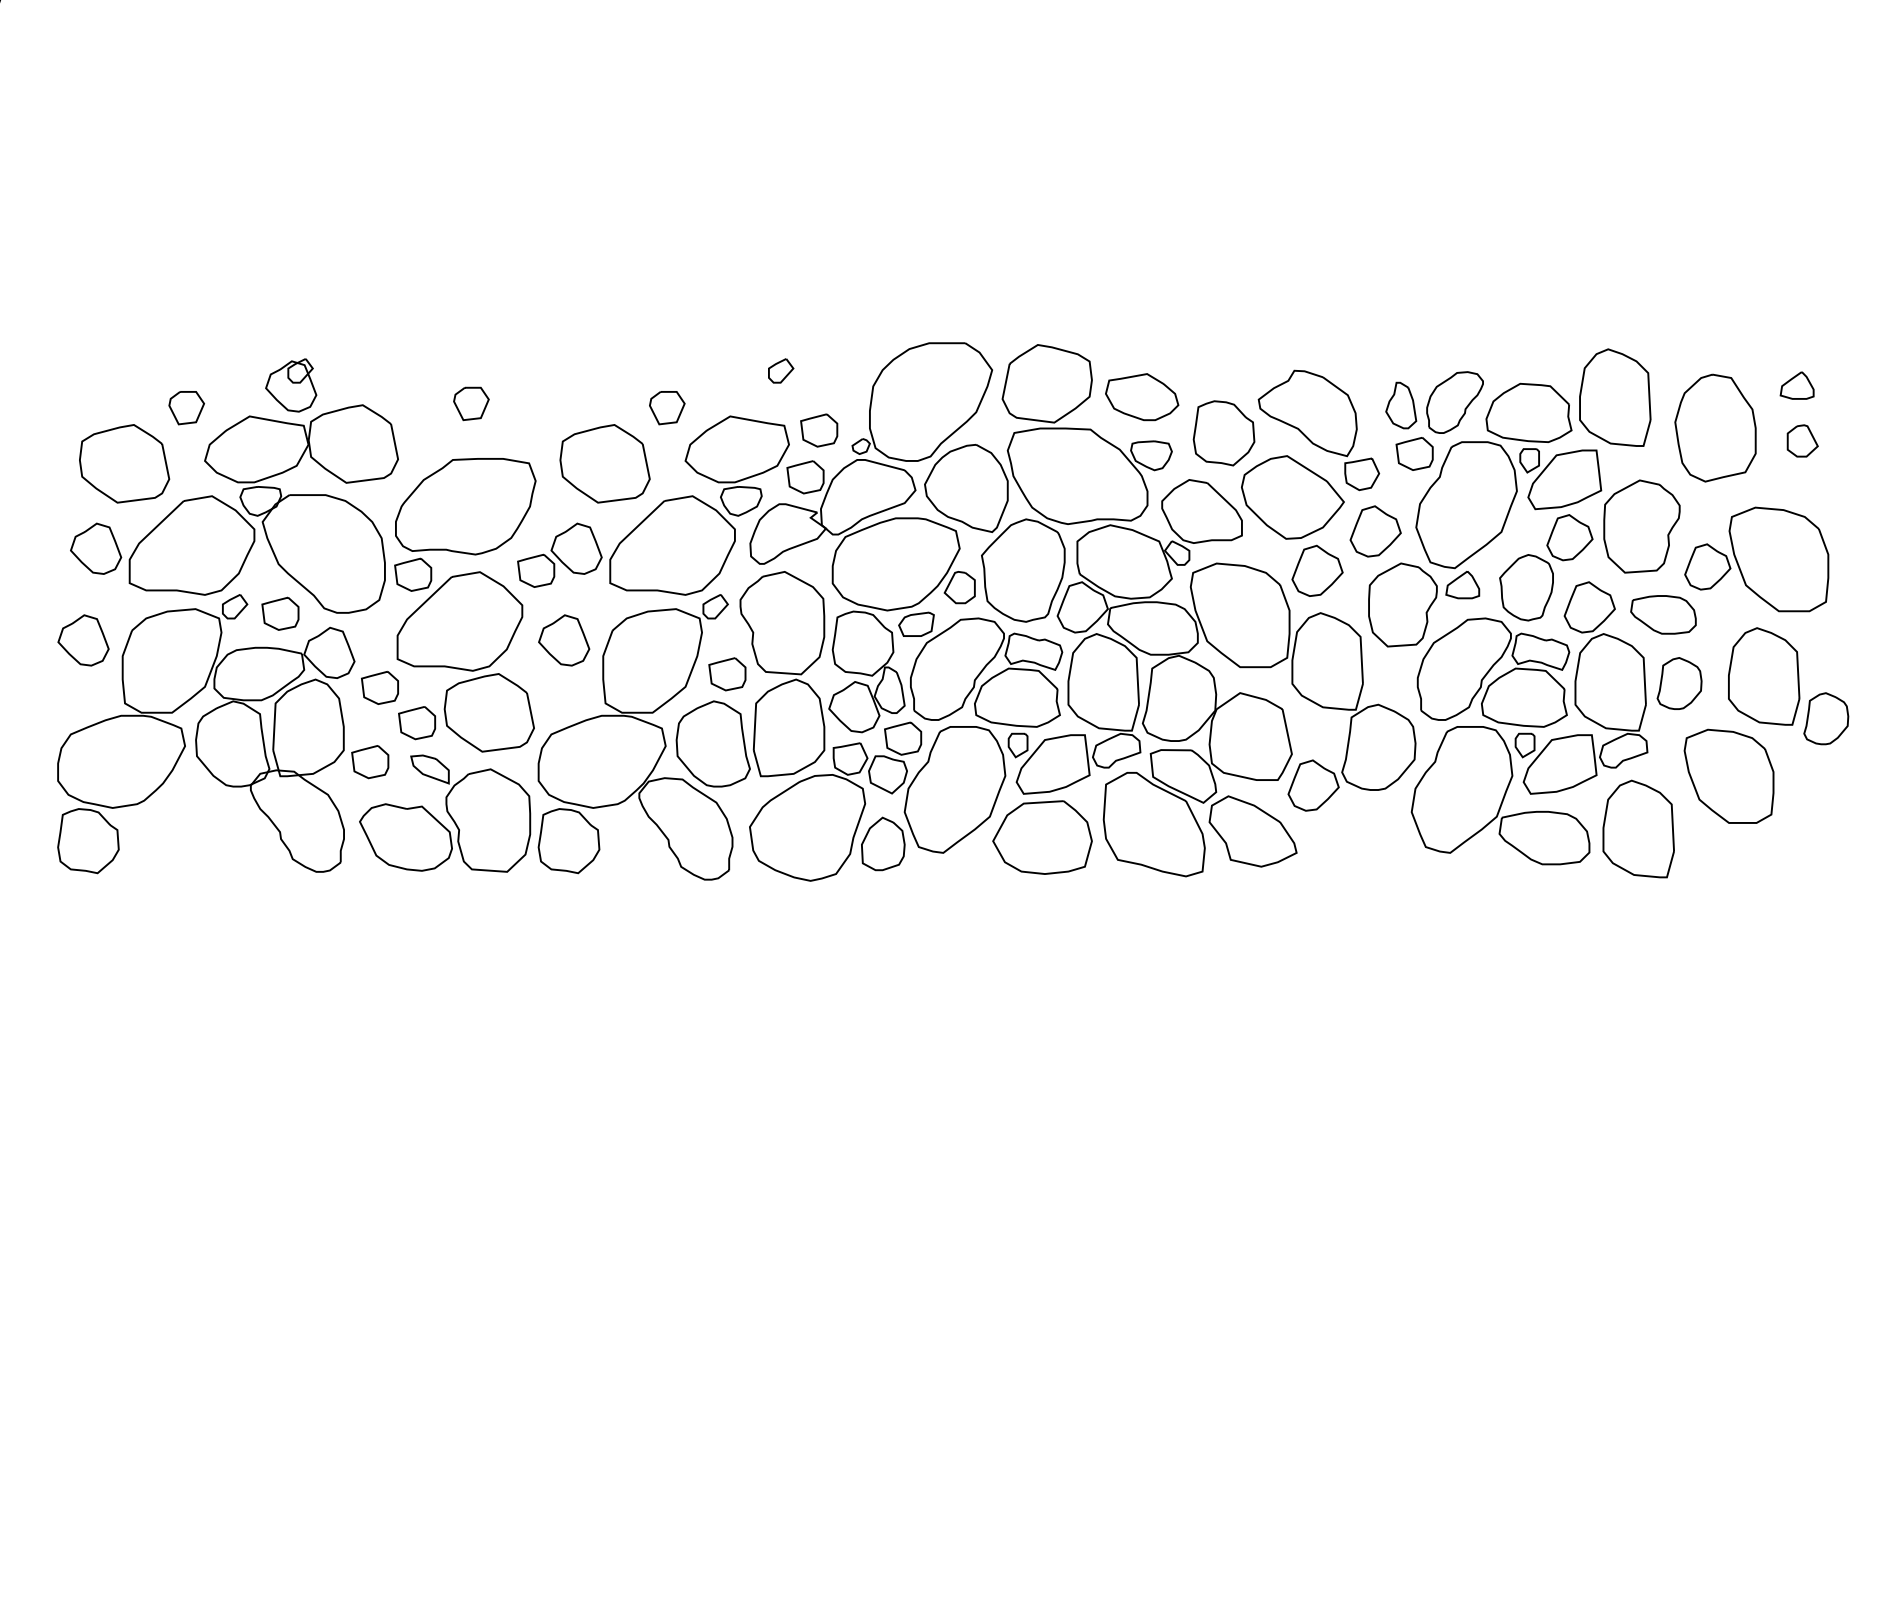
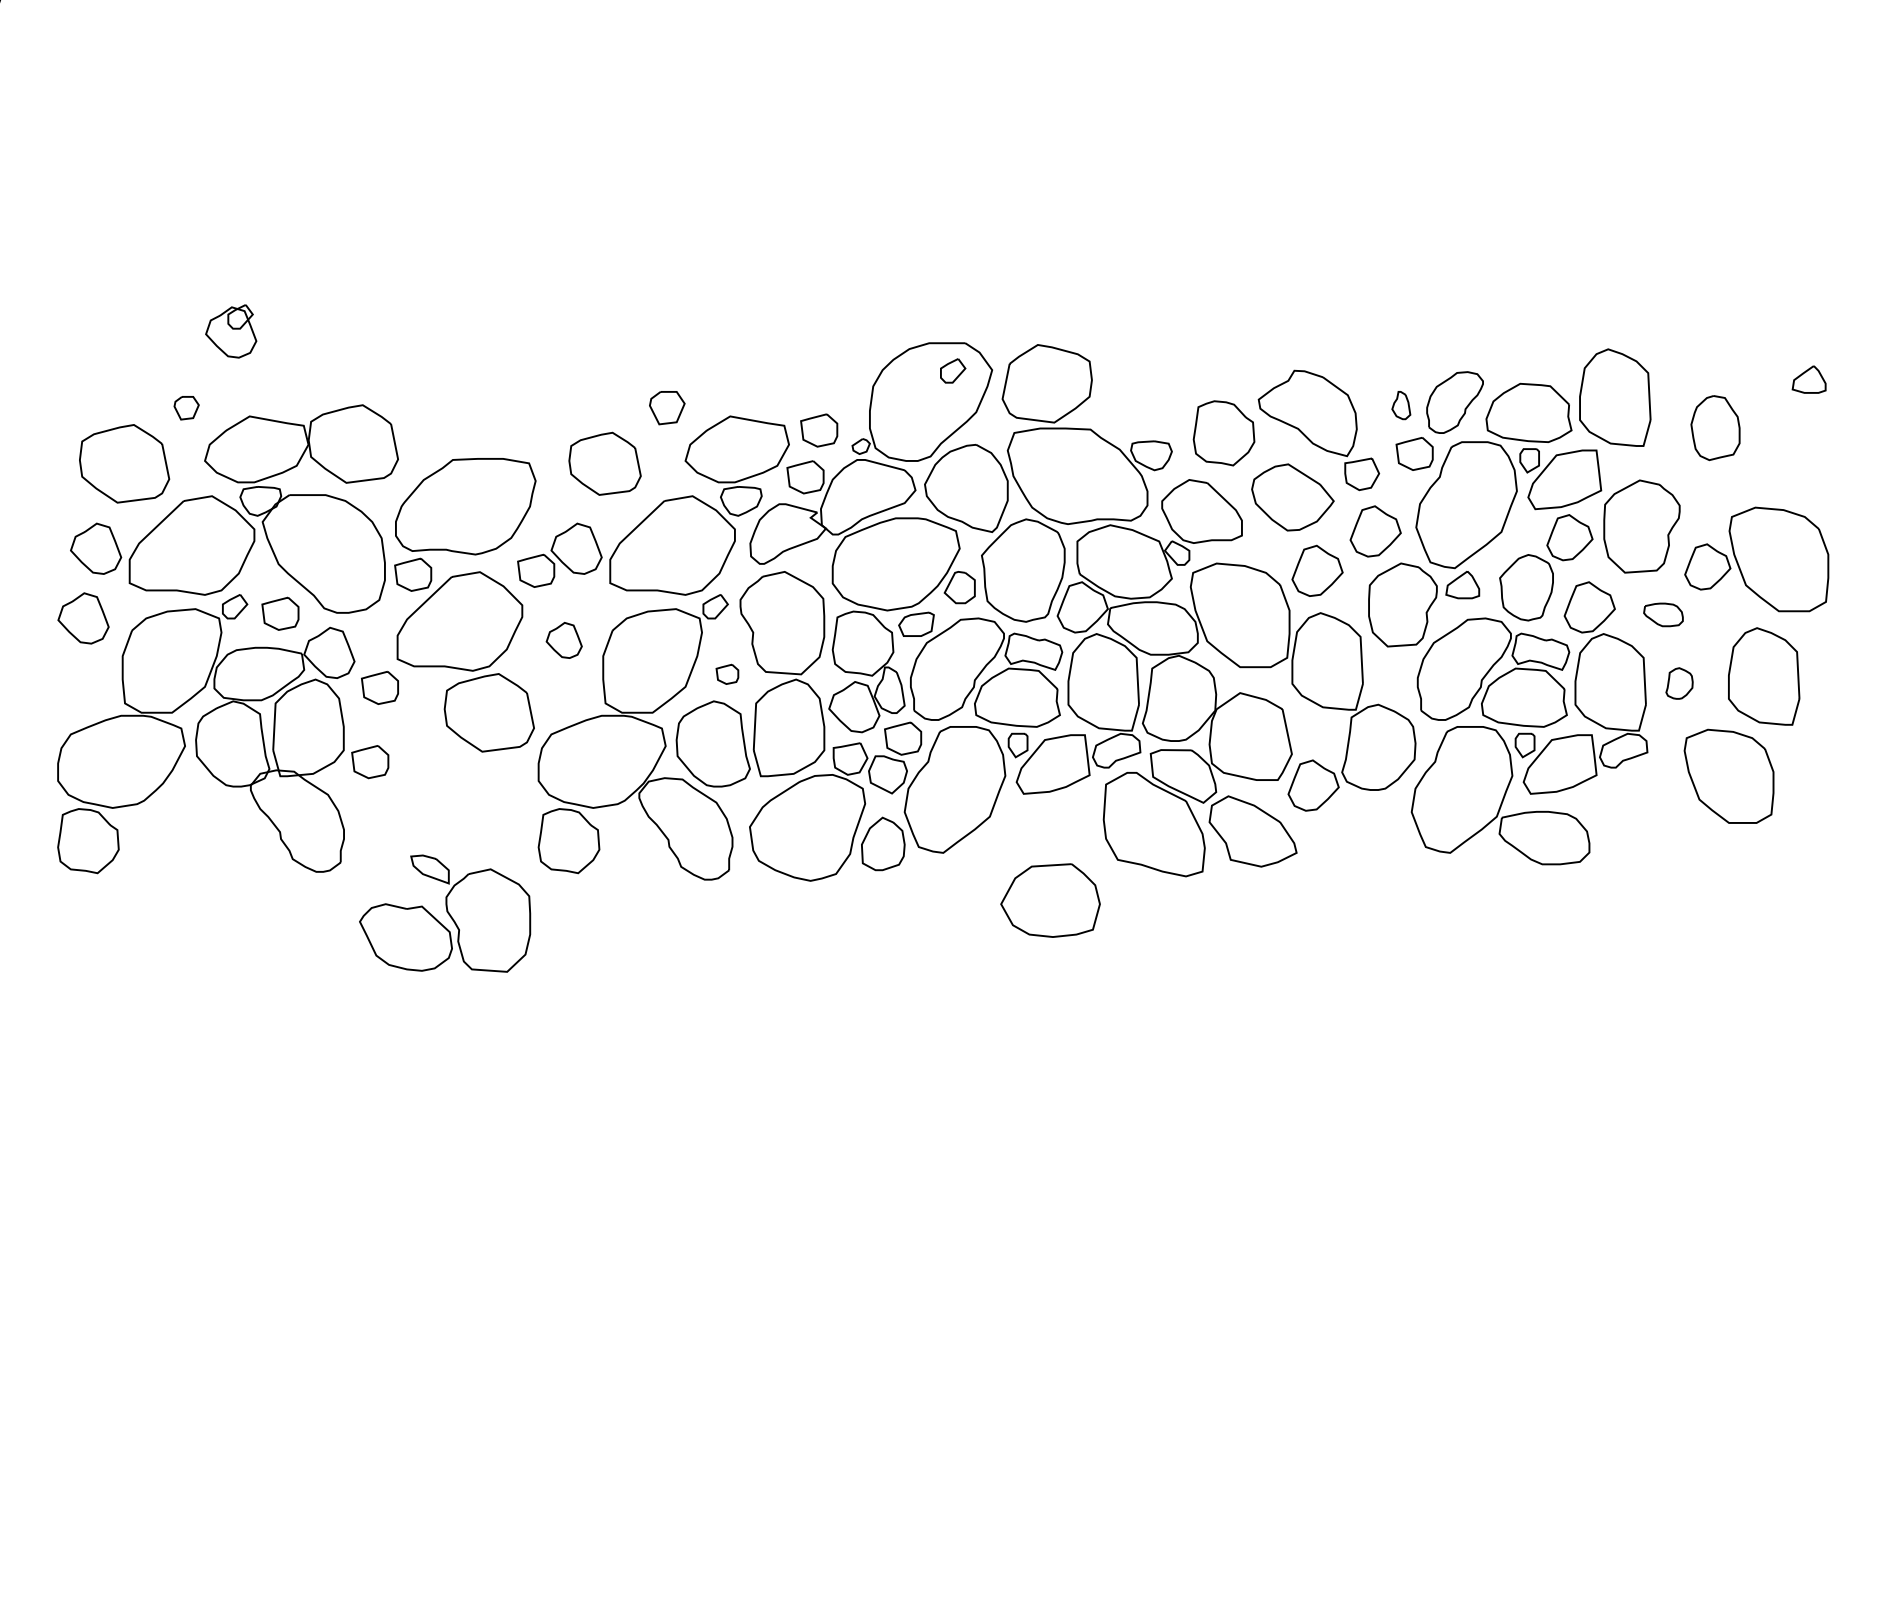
part at (781, 370) position: (781, 370) -> (953, 370)
part at (291, 385) position: (291, 385) -> (231, 331)
part at (1796, 385) position: (1796, 385) -> (1808, 379)
part at (1142, 397): present -> none
part at (471, 403): present -> none
part at (1401, 405) size: 33x49 px -> 21x30 px
part at (186, 408) size: 37x35 px -> 27x25 px
part at (1715, 427) size: 83x110 px -> 51x67 px
part at (1802, 440): present -> none
part at (604, 463) size: 92x80 px -> 74x65 px
part at (1292, 497) size: 104x85 px -> 84x69 px
part at (1663, 614) size: 67x40 px -> 41x26 px
part at (83, 640) position: (83, 640) -> (83, 618)
part at (564, 640) size: 53x53 px -> 38x37 px
part at (727, 674) size: 39x35 px -> 25x22 px
part at (1679, 683) size: 47x53 px -> 29x33 px
part at (1826, 718): present -> none
part at (417, 723): present -> none
part at (445, 813) position: (445, 813) -> (445, 913)
part at (1638, 828): present -> none
part at (1042, 837) position: (1042, 837) -> (1050, 900)
